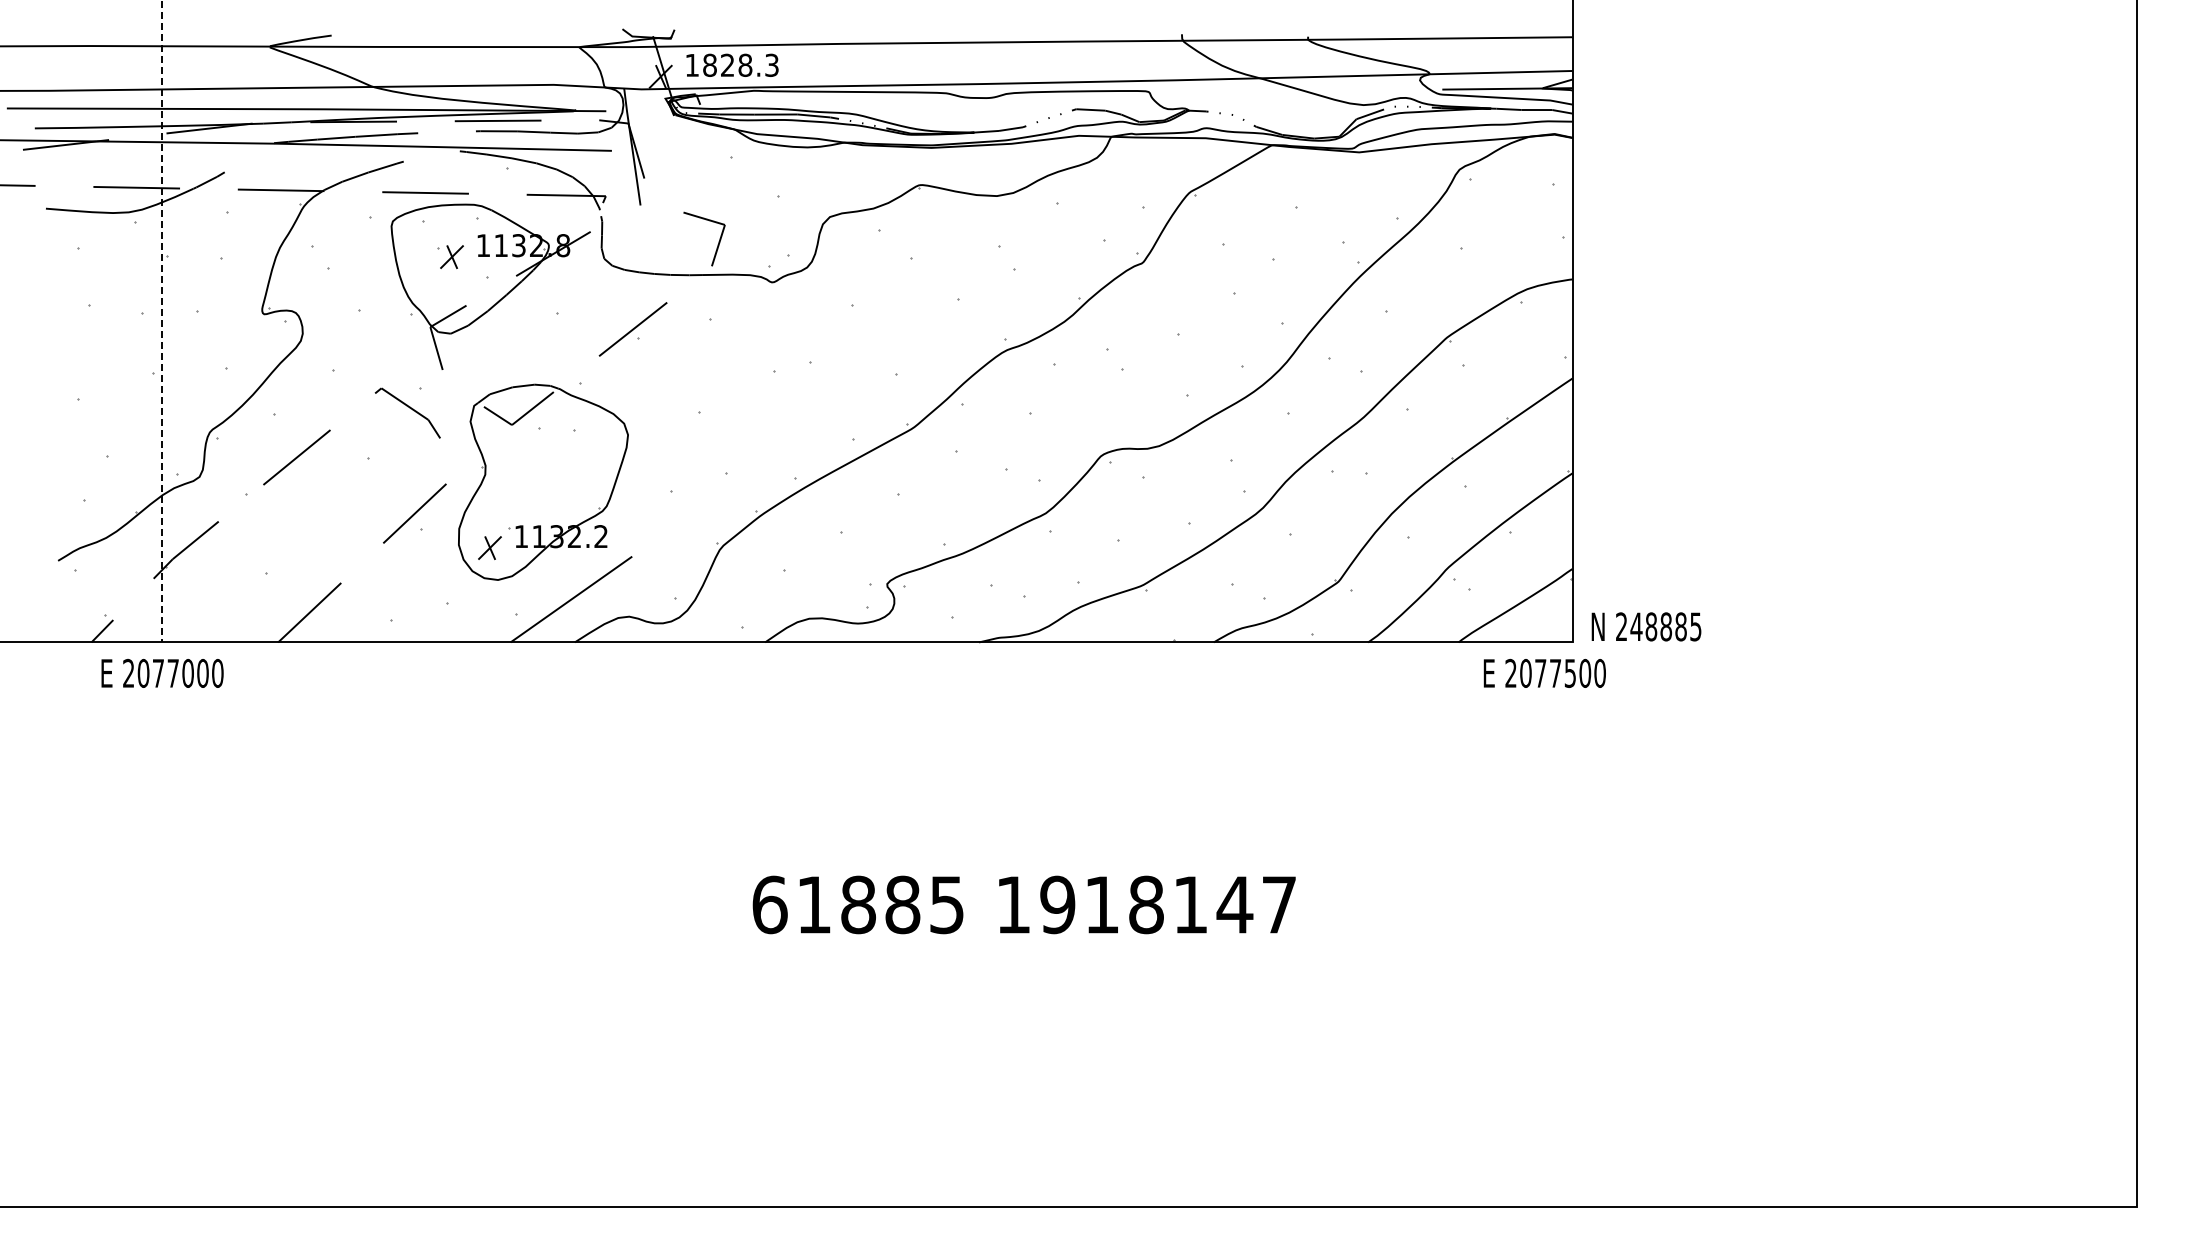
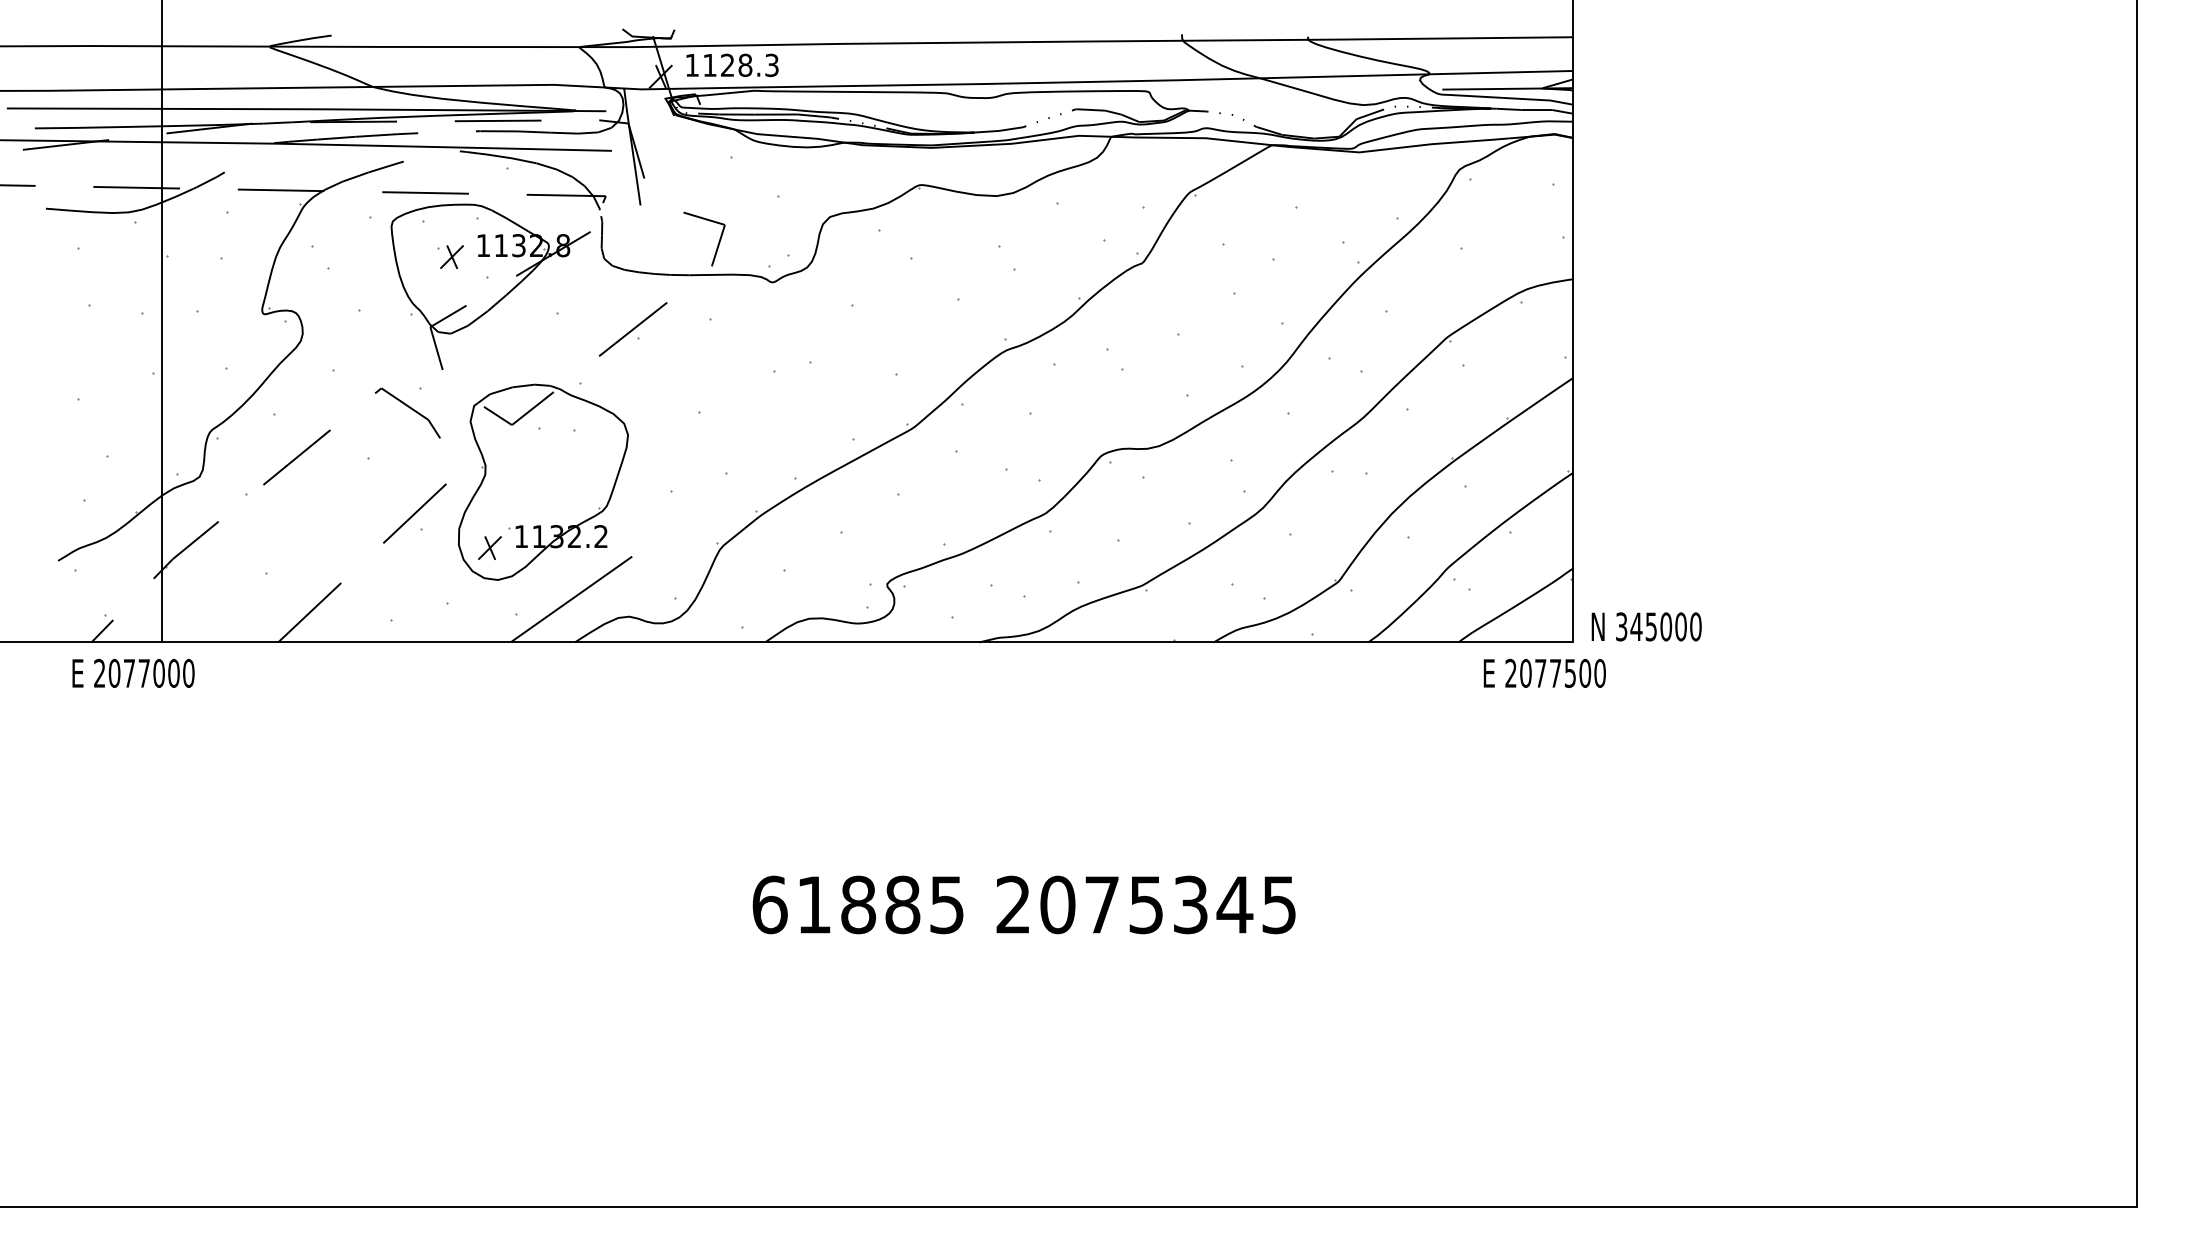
text at (709, 64): 1828.3 -> 1128.3
line at (161, 321): dashed -> solid
text at (1658, 626): 248885 -> 345000
text at (162, 673) position: (162, 673) -> (133, 673)
text at (1145, 904): 1918147 -> 2075345
